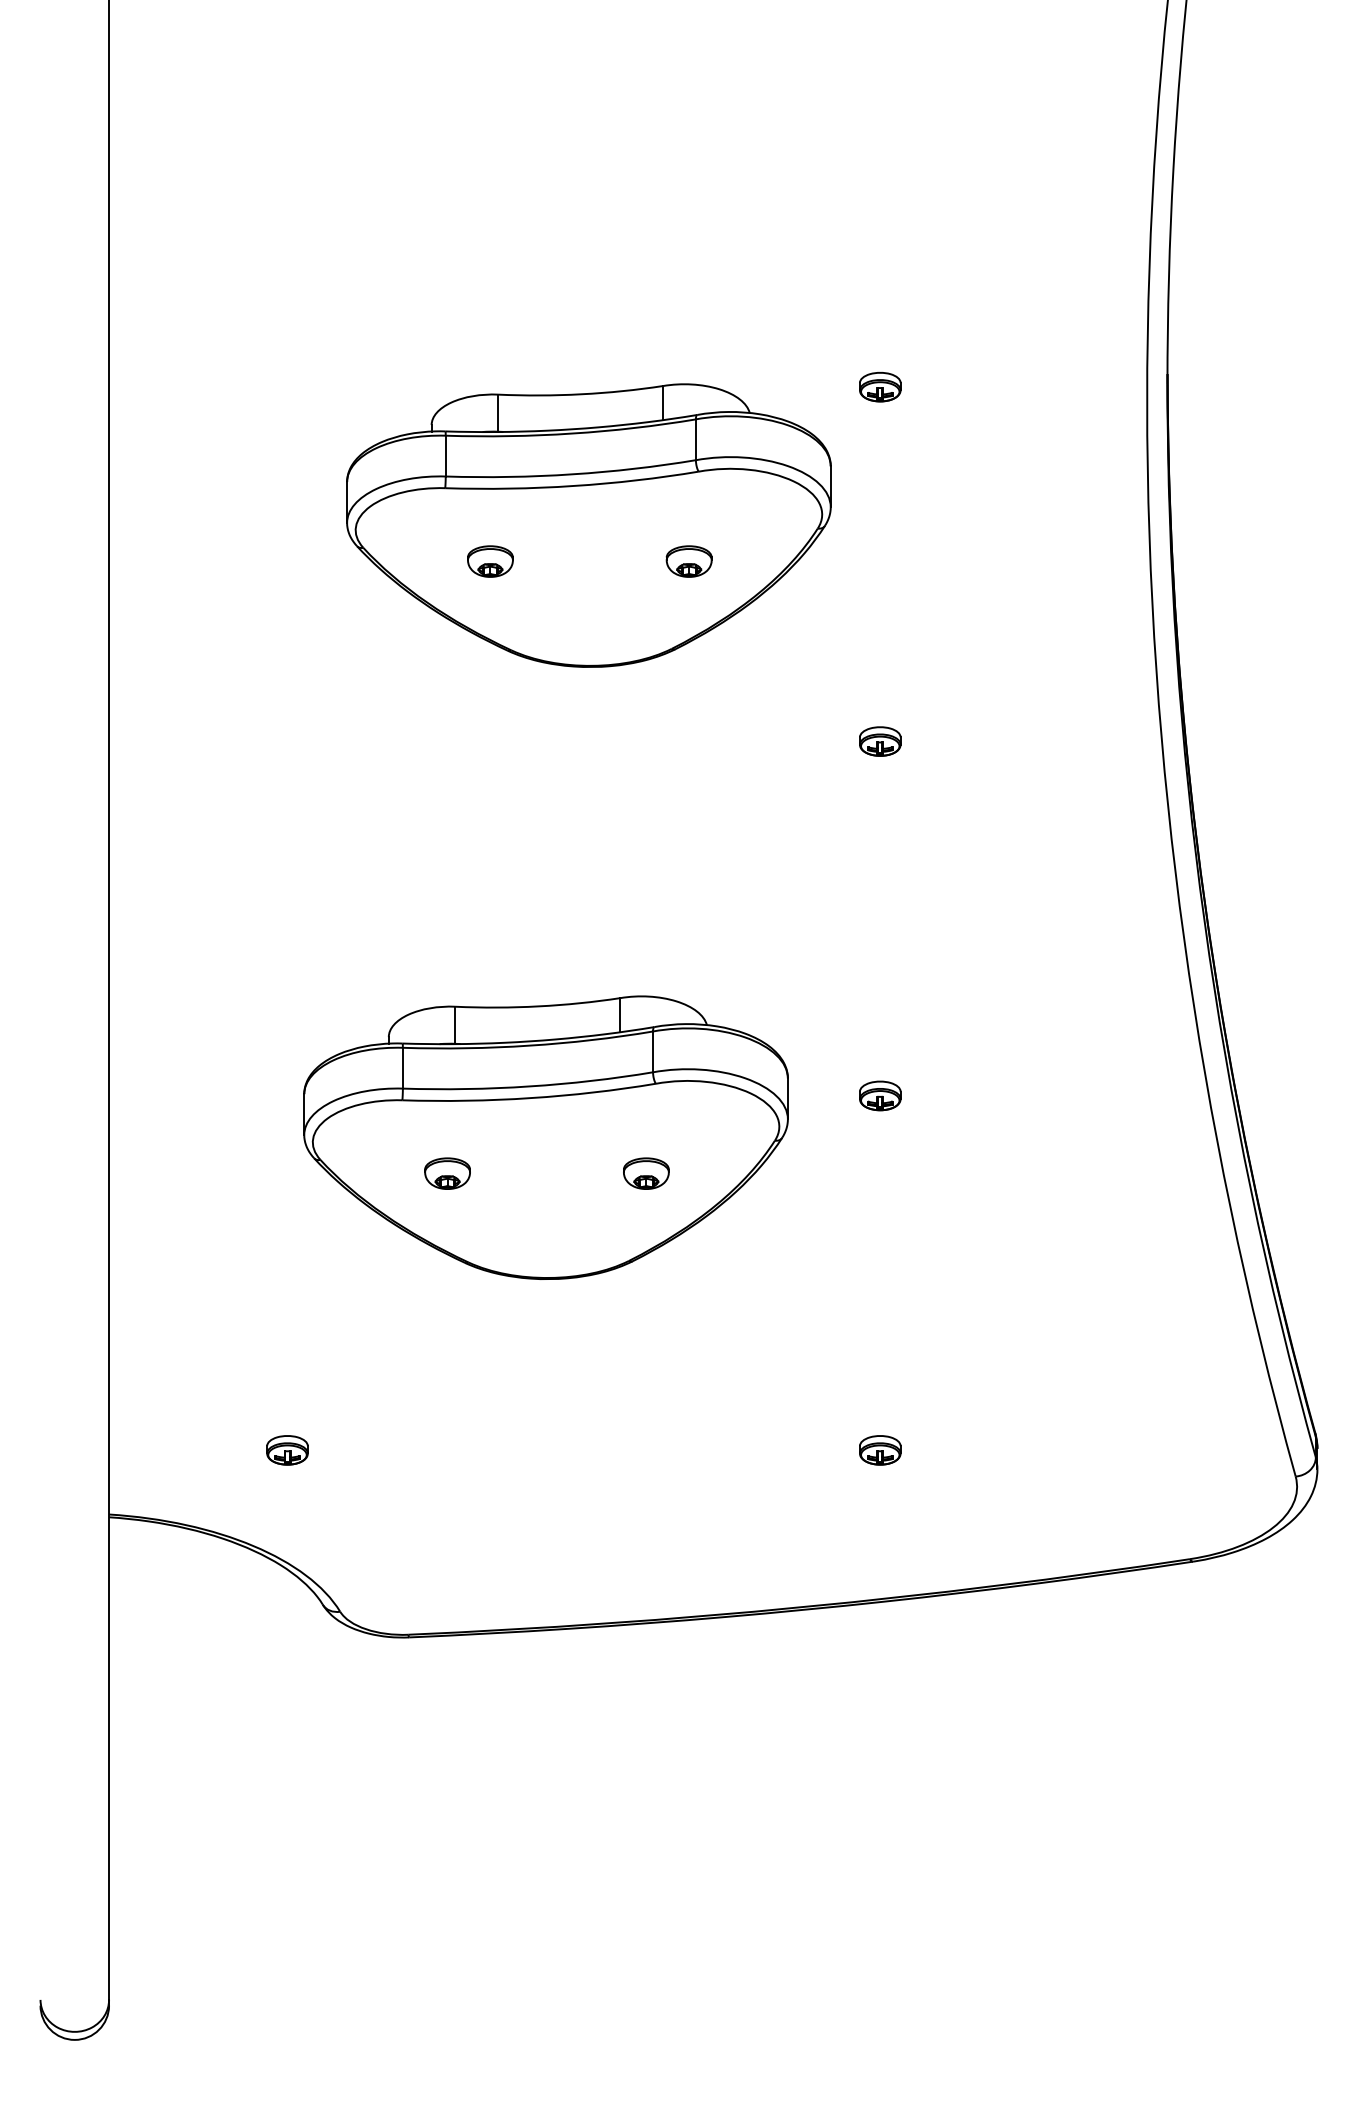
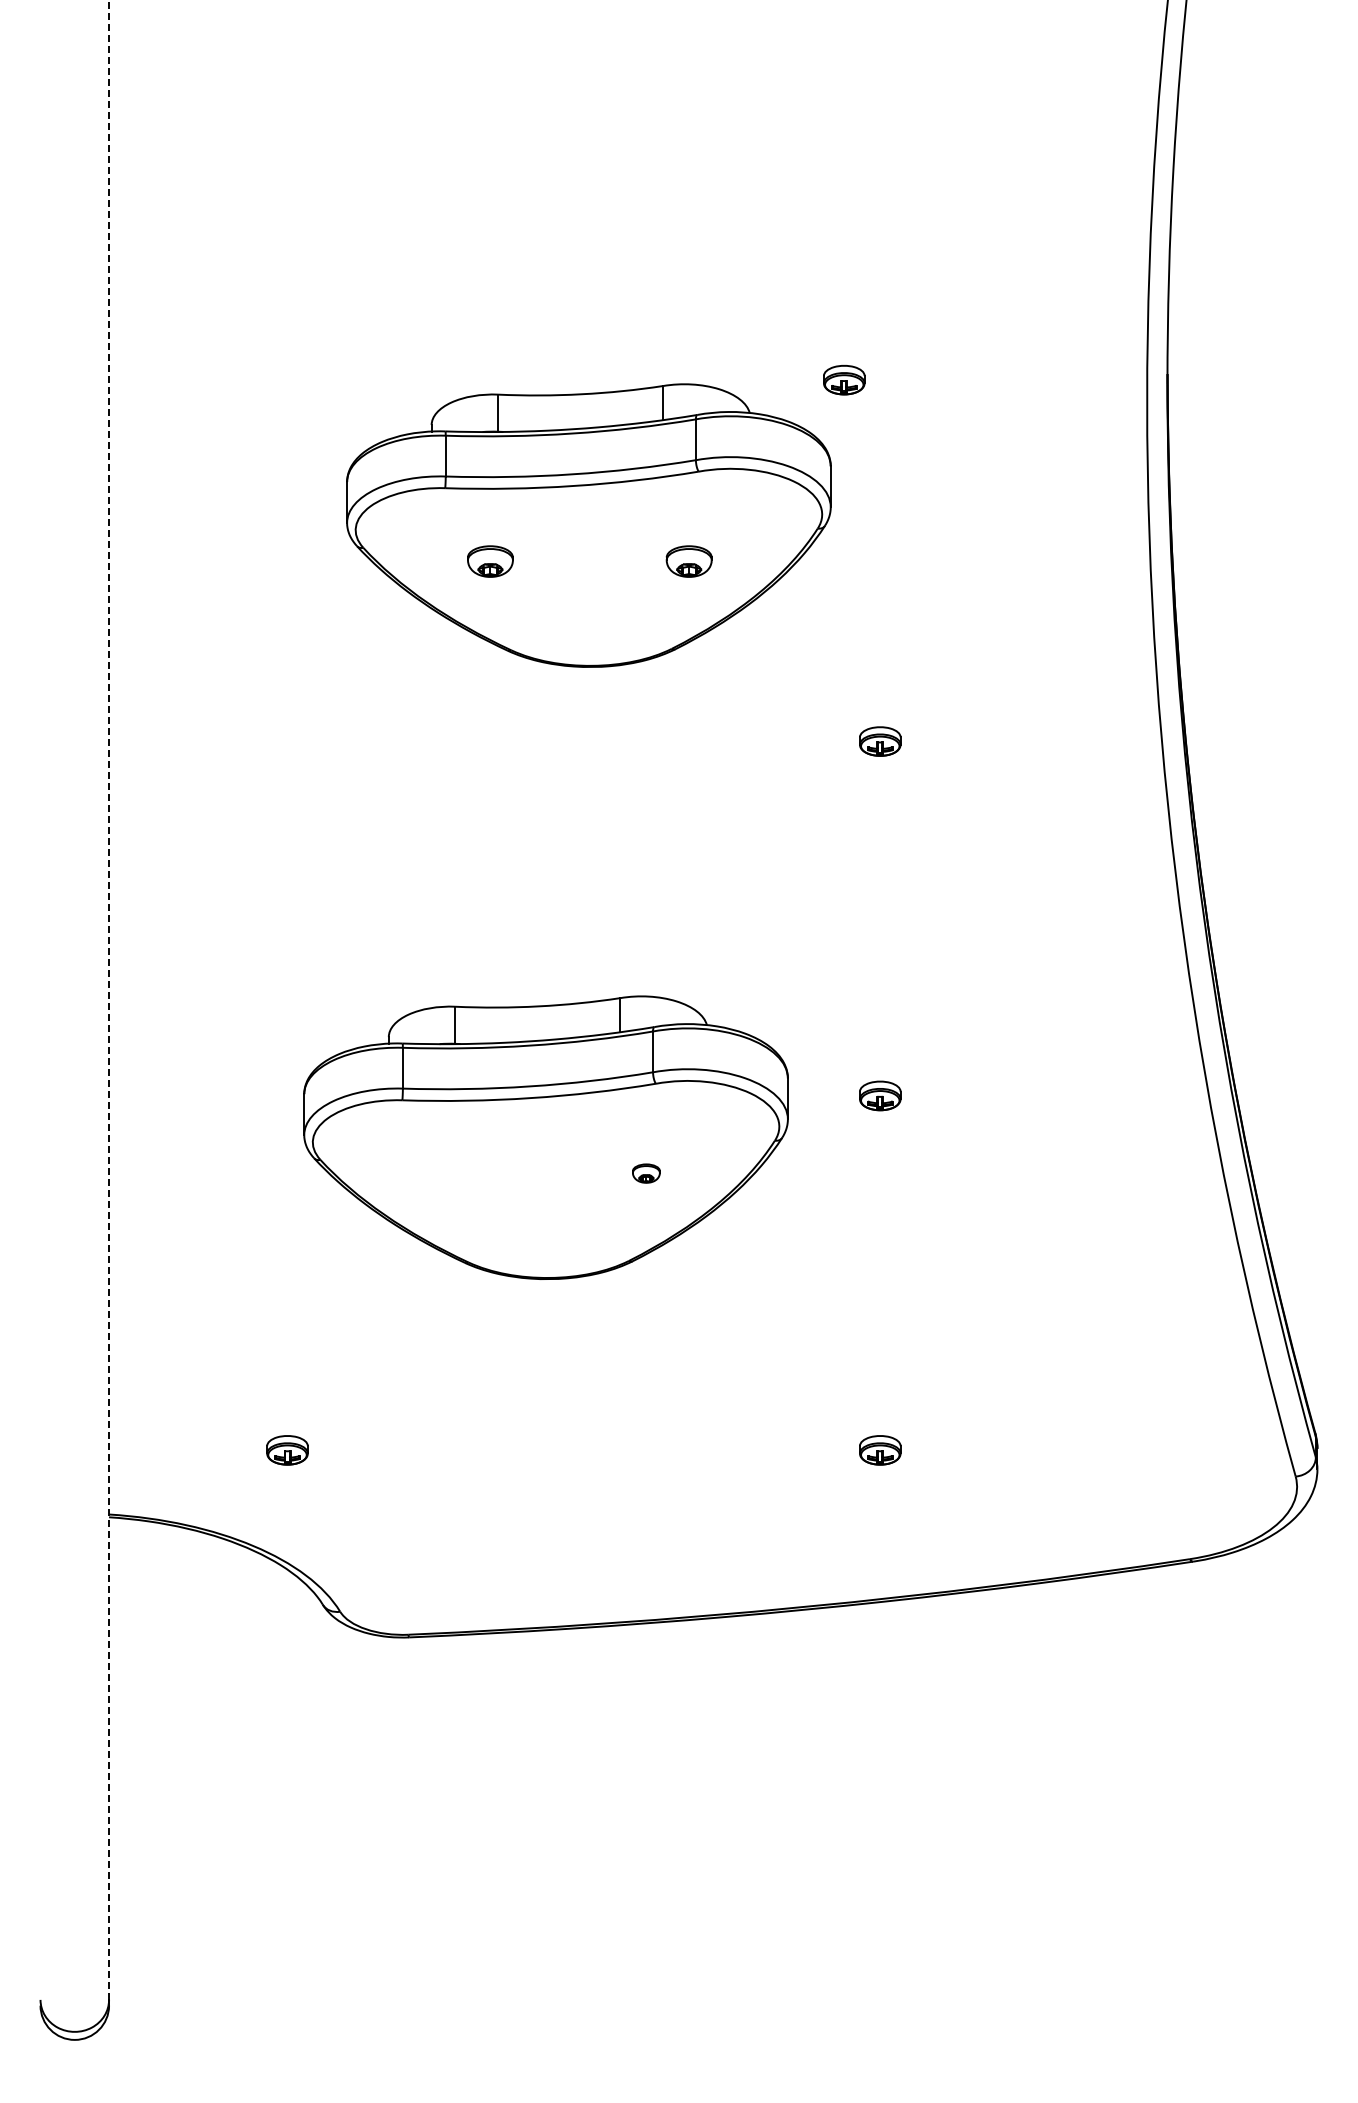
part at (880, 387) position: (880, 387) -> (844, 380)
line at (109, 1000): solid -> dashed
part at (447, 1173): present -> none
part at (646, 1173) size: 47x33 px -> 29x21 px
